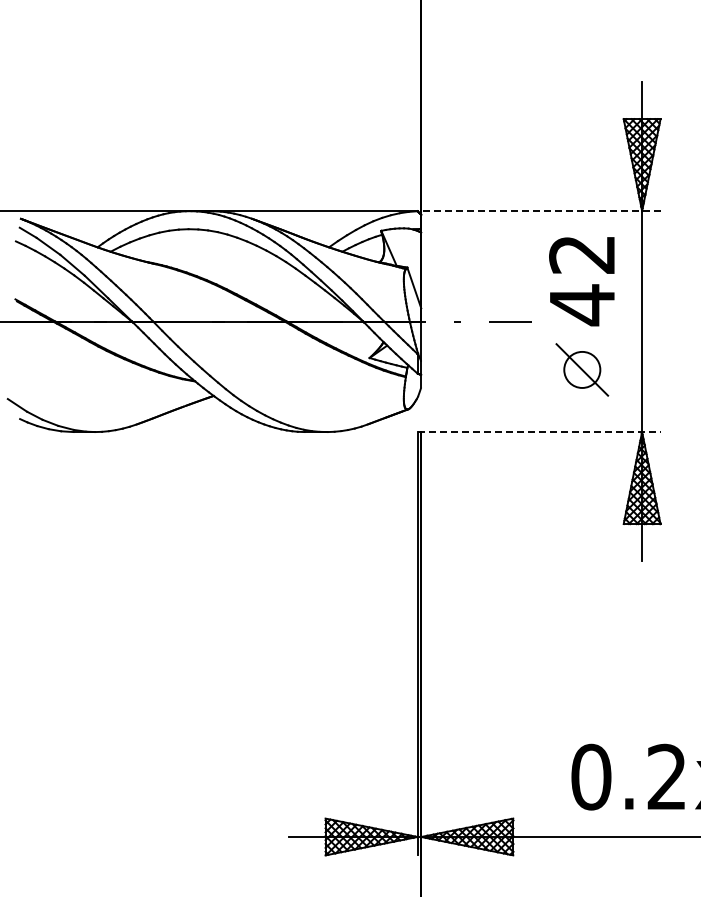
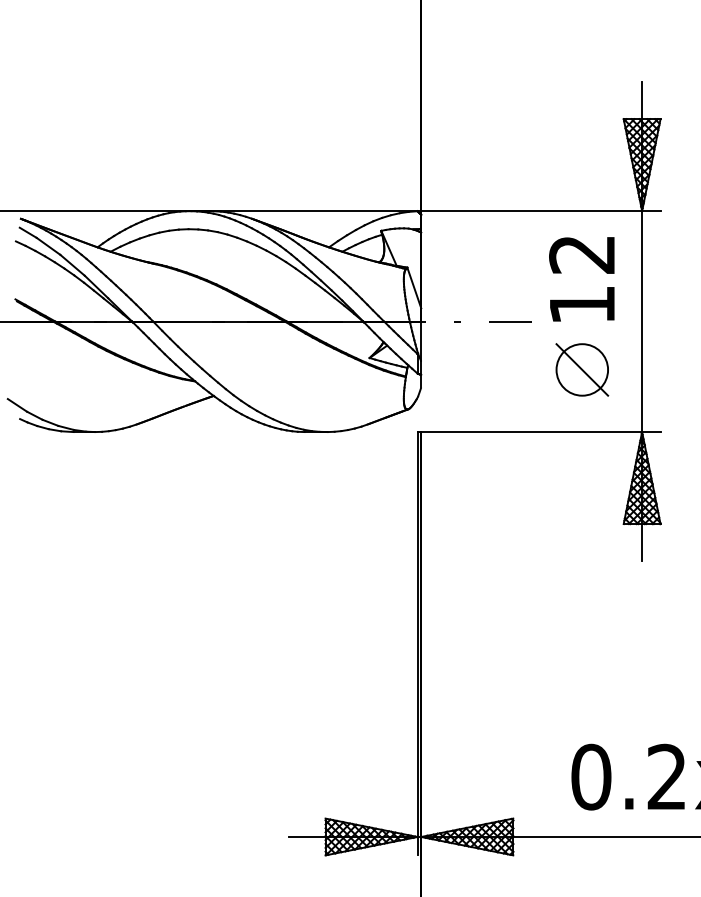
line at (538, 211): dashed -> solid
text at (582, 305): 42 -> 12
circle at (582, 369) diameter: 36 px -> 52 px
line at (539, 432): dashed -> solid
